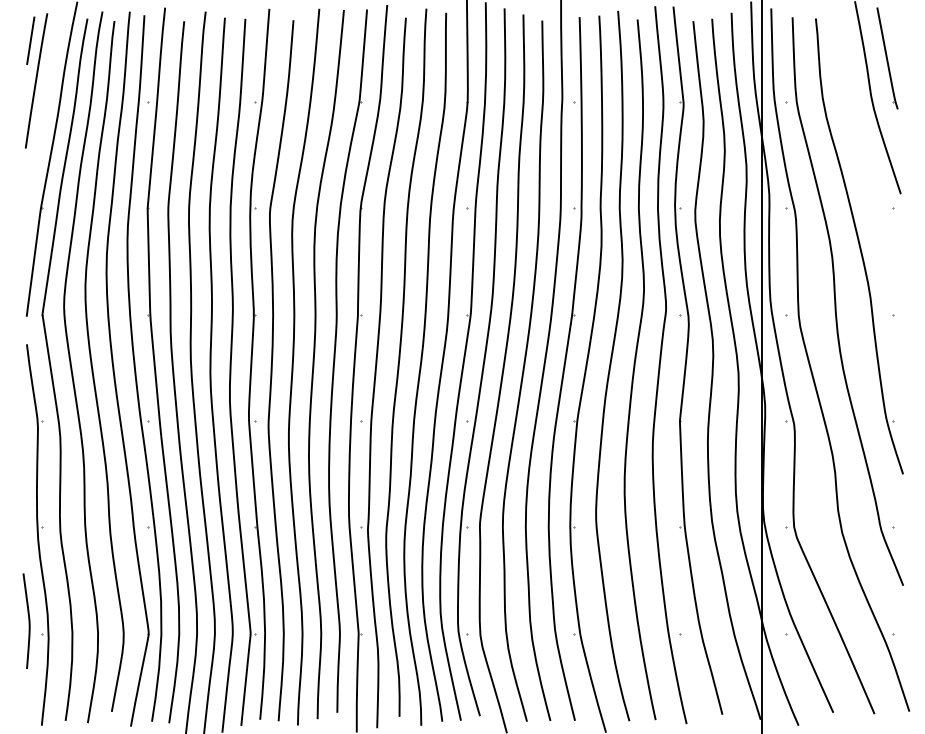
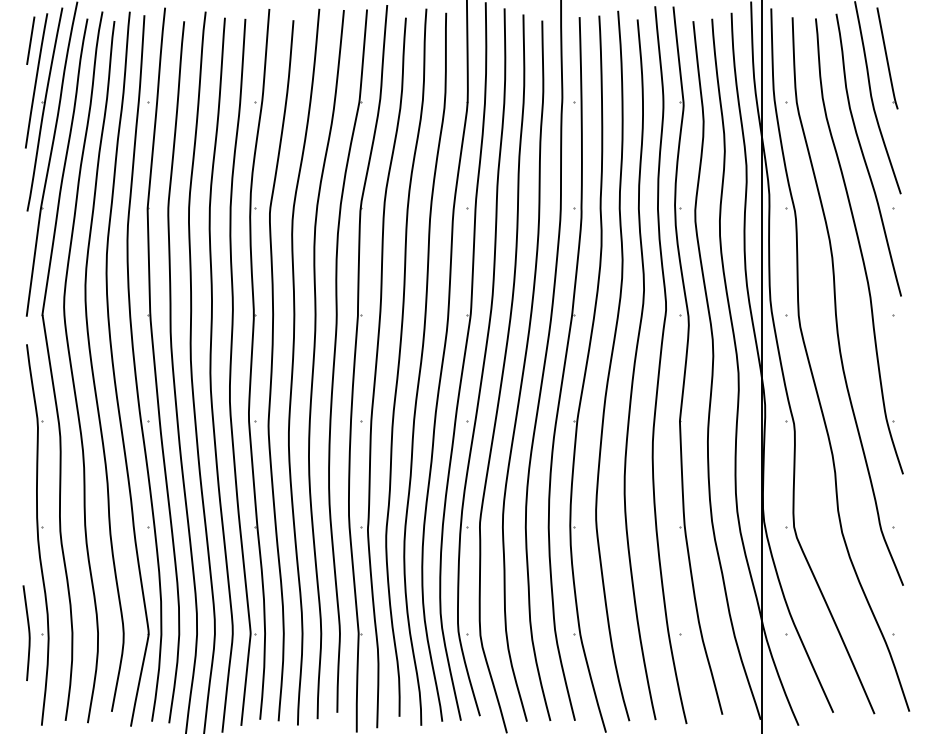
part at (44, 109): none -> present
curve at (864, 155): none -> present
curve at (28, 620) position: (28, 620) -> (28, 632)
